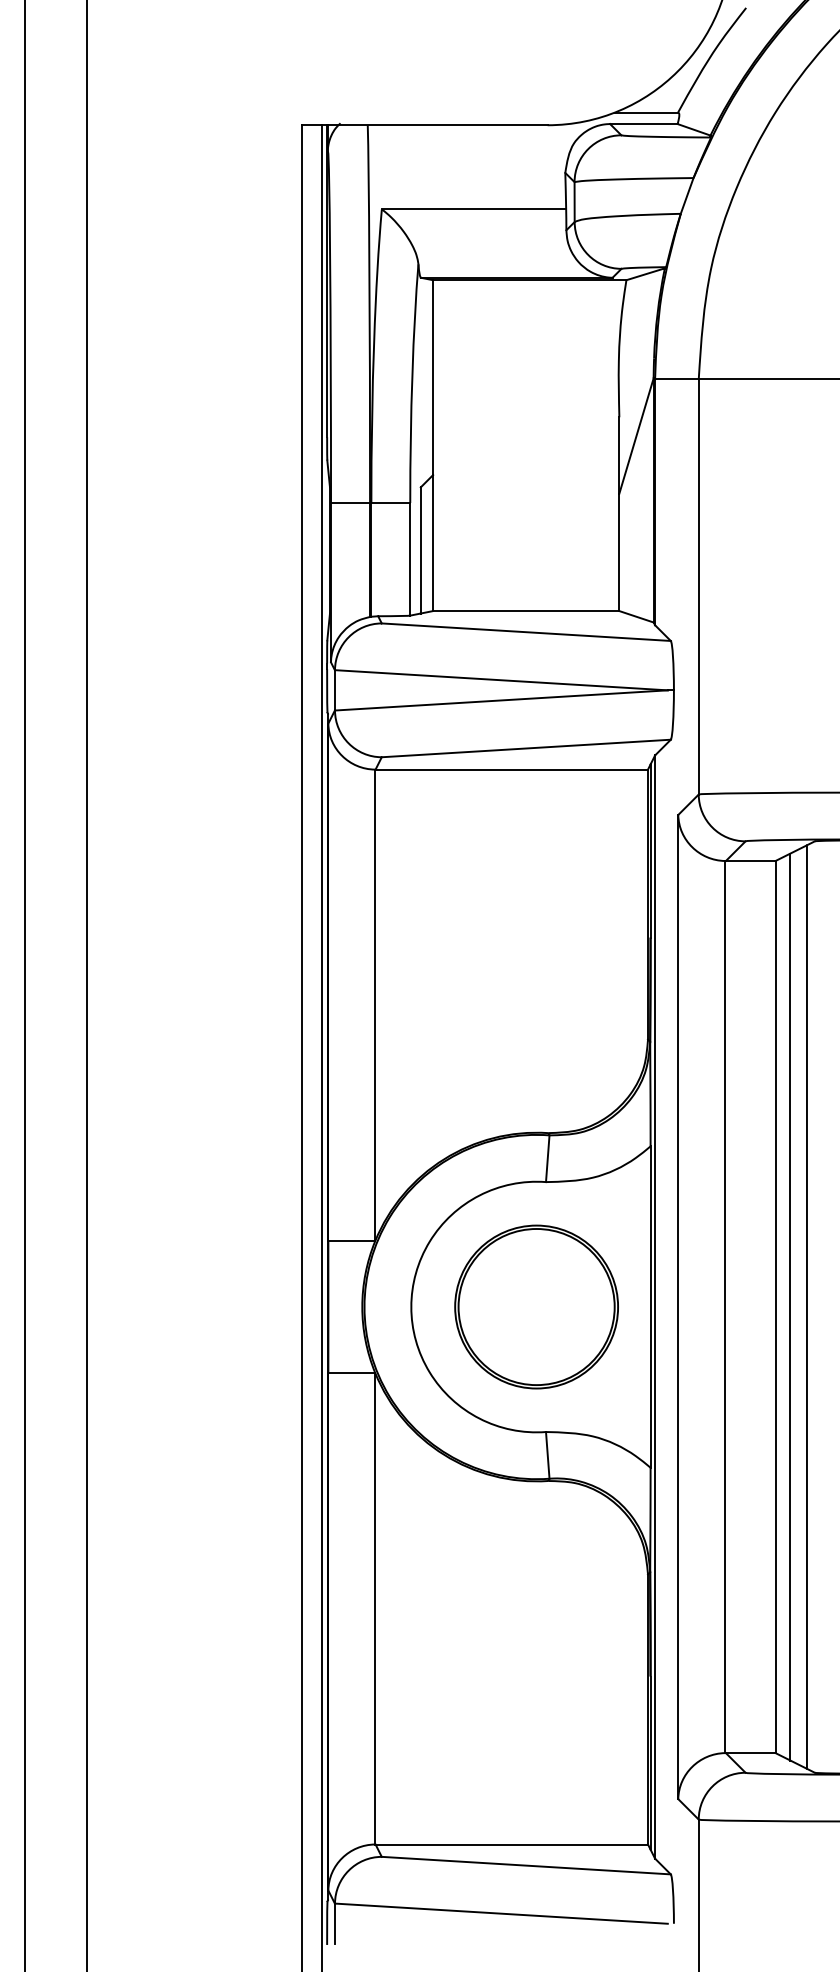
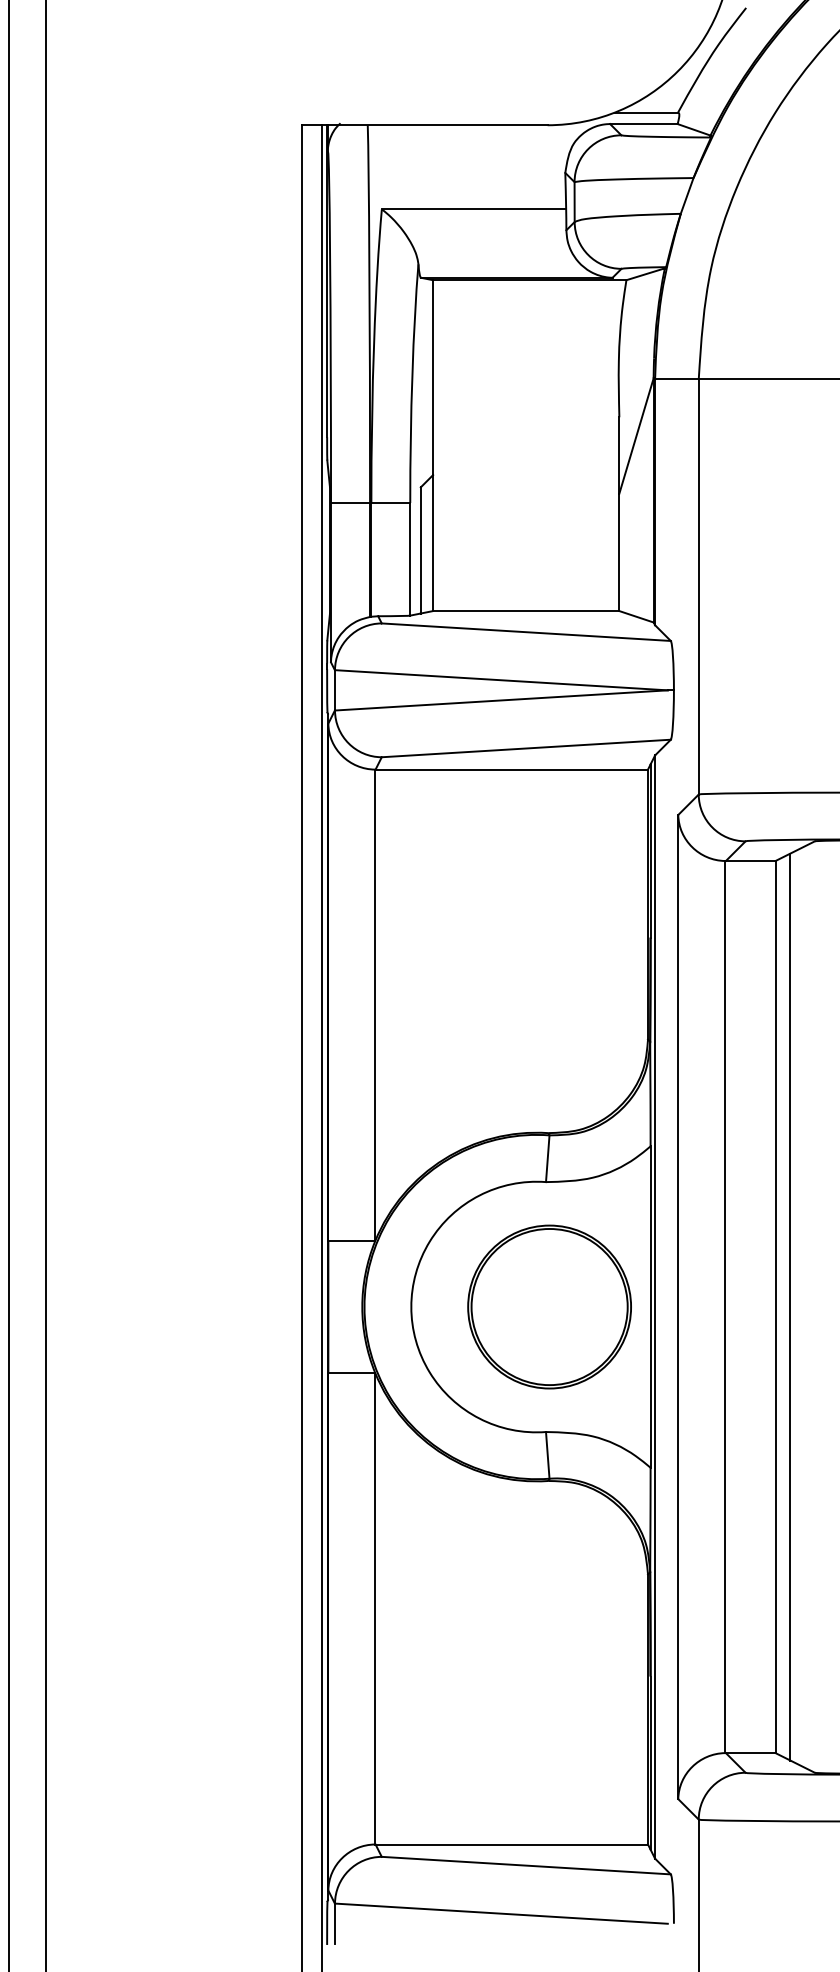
line at (25, 985) position: (25, 985) -> (9, 985)
line at (86, 985) position: (86, 985) -> (45, 985)
part at (536, 1306) position: (536, 1306) -> (549, 1306)
line at (806, 1306): present -> none
